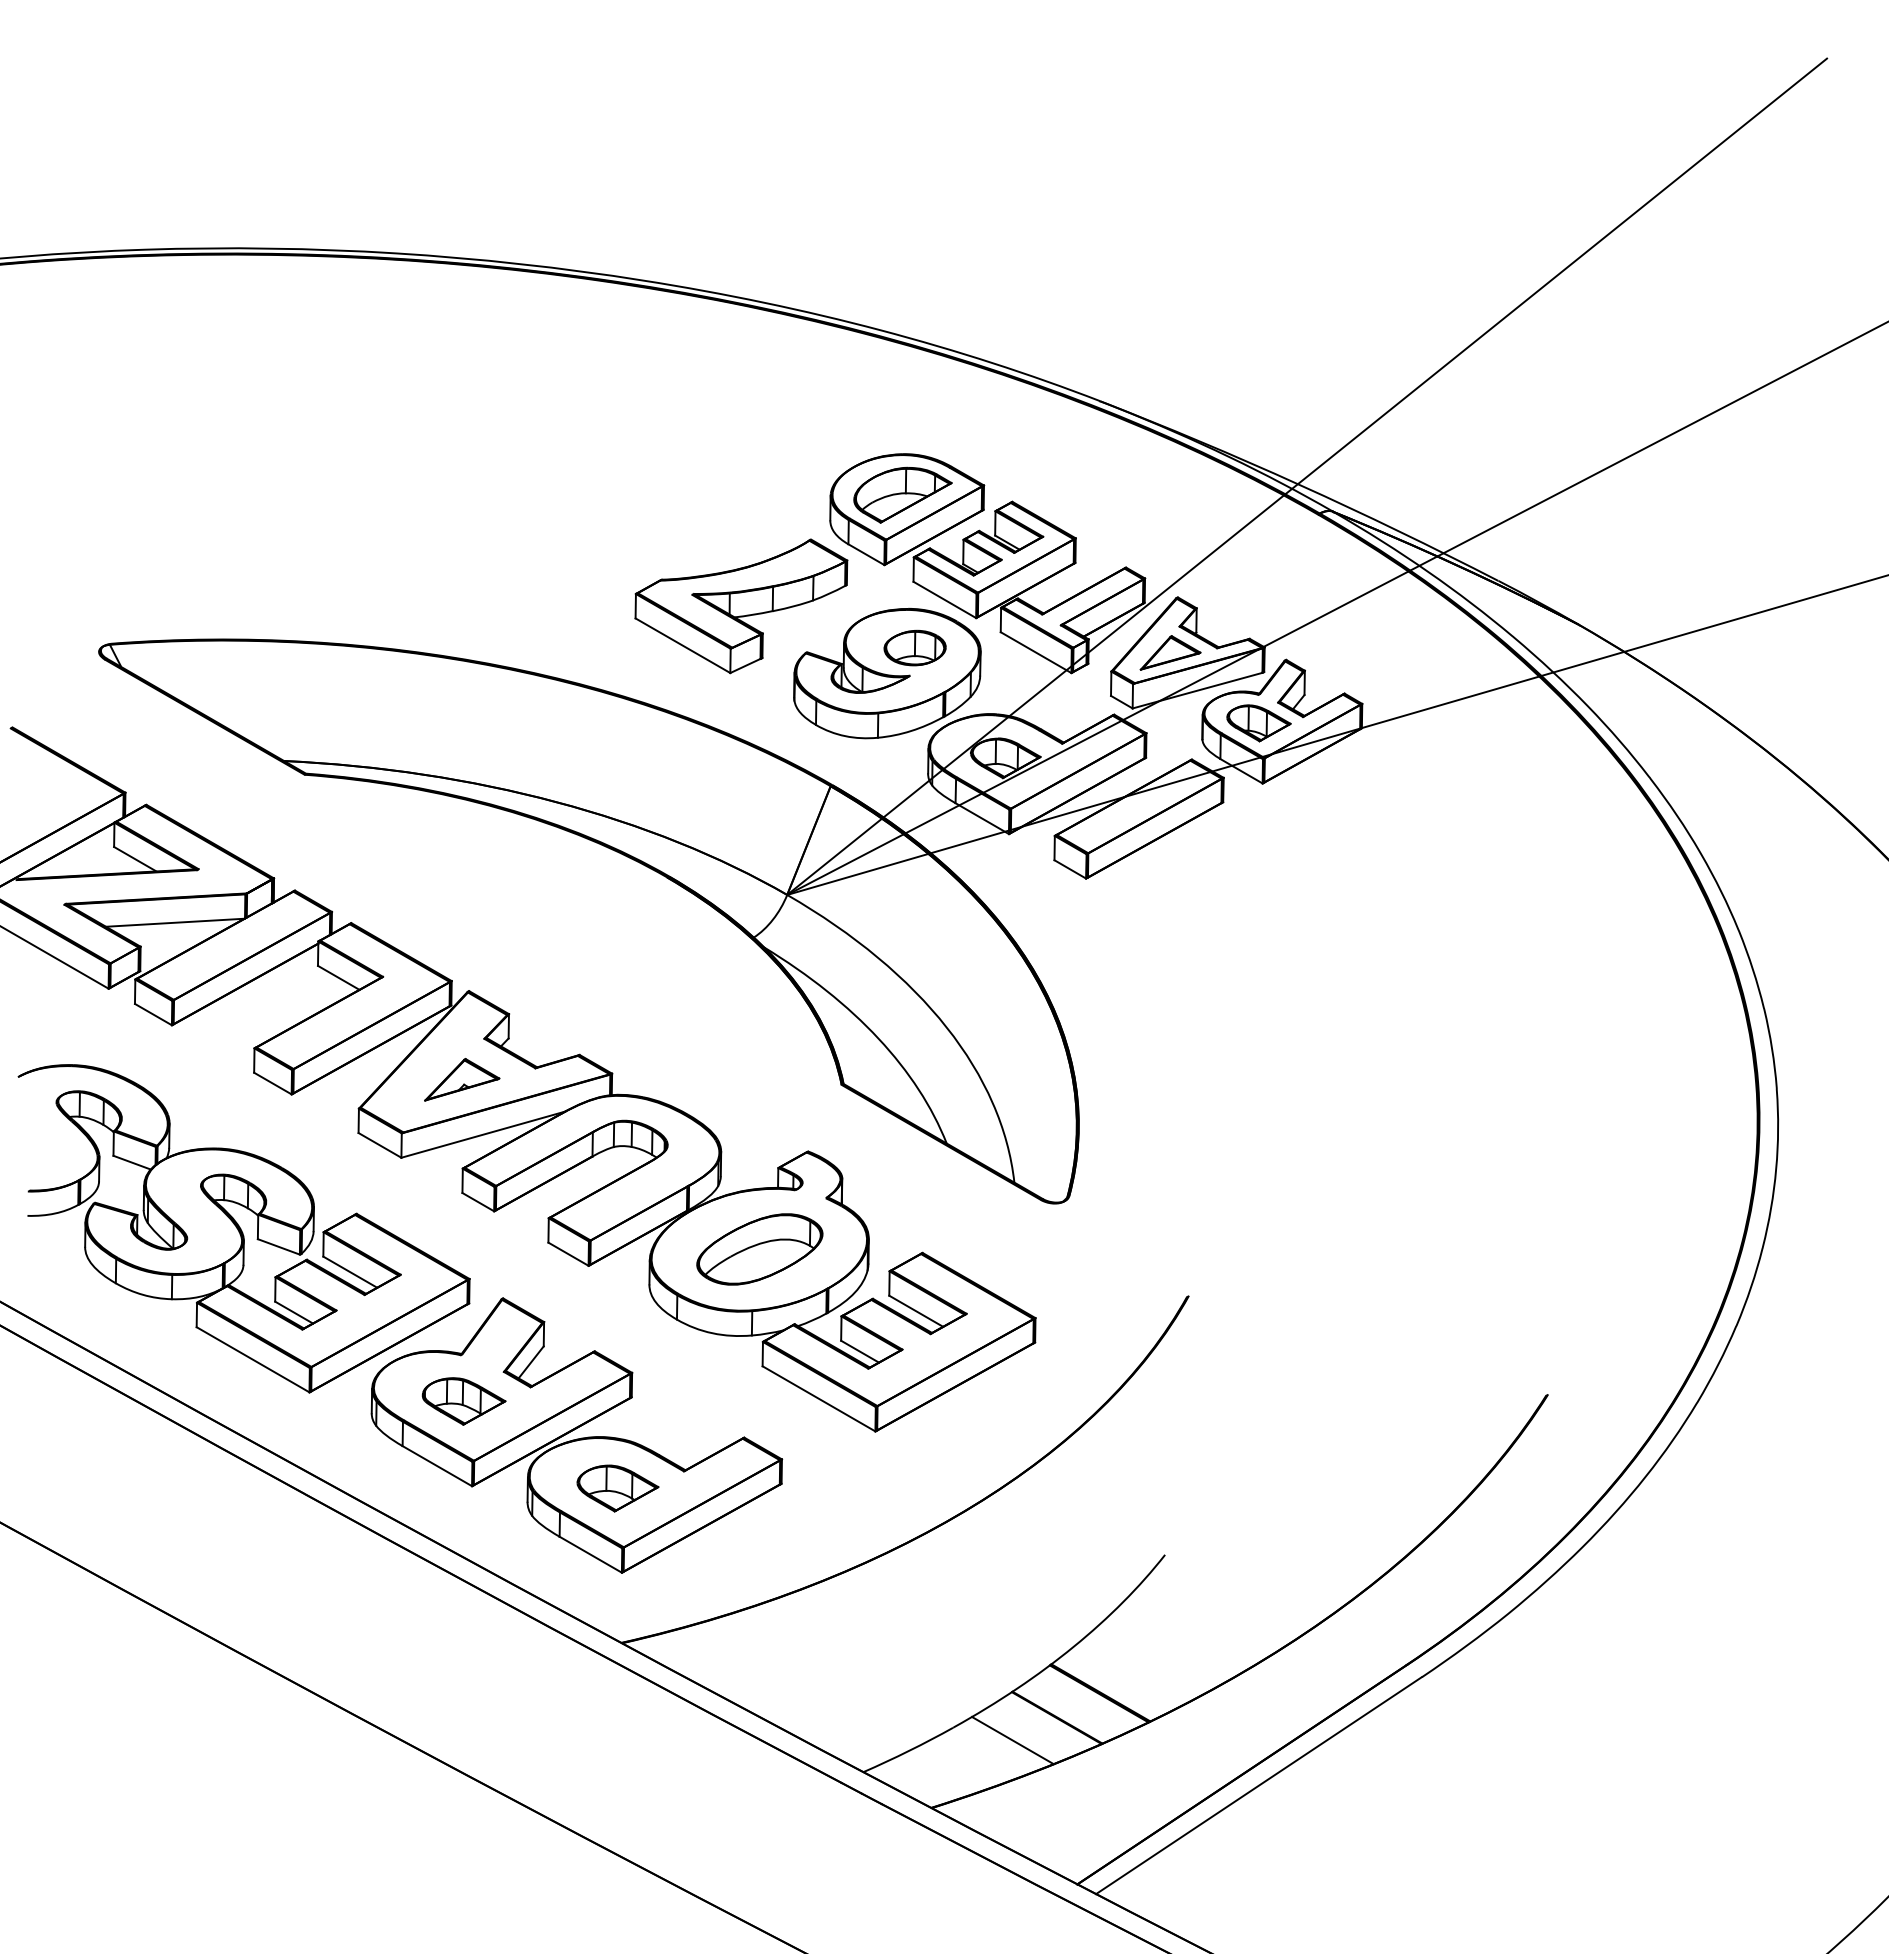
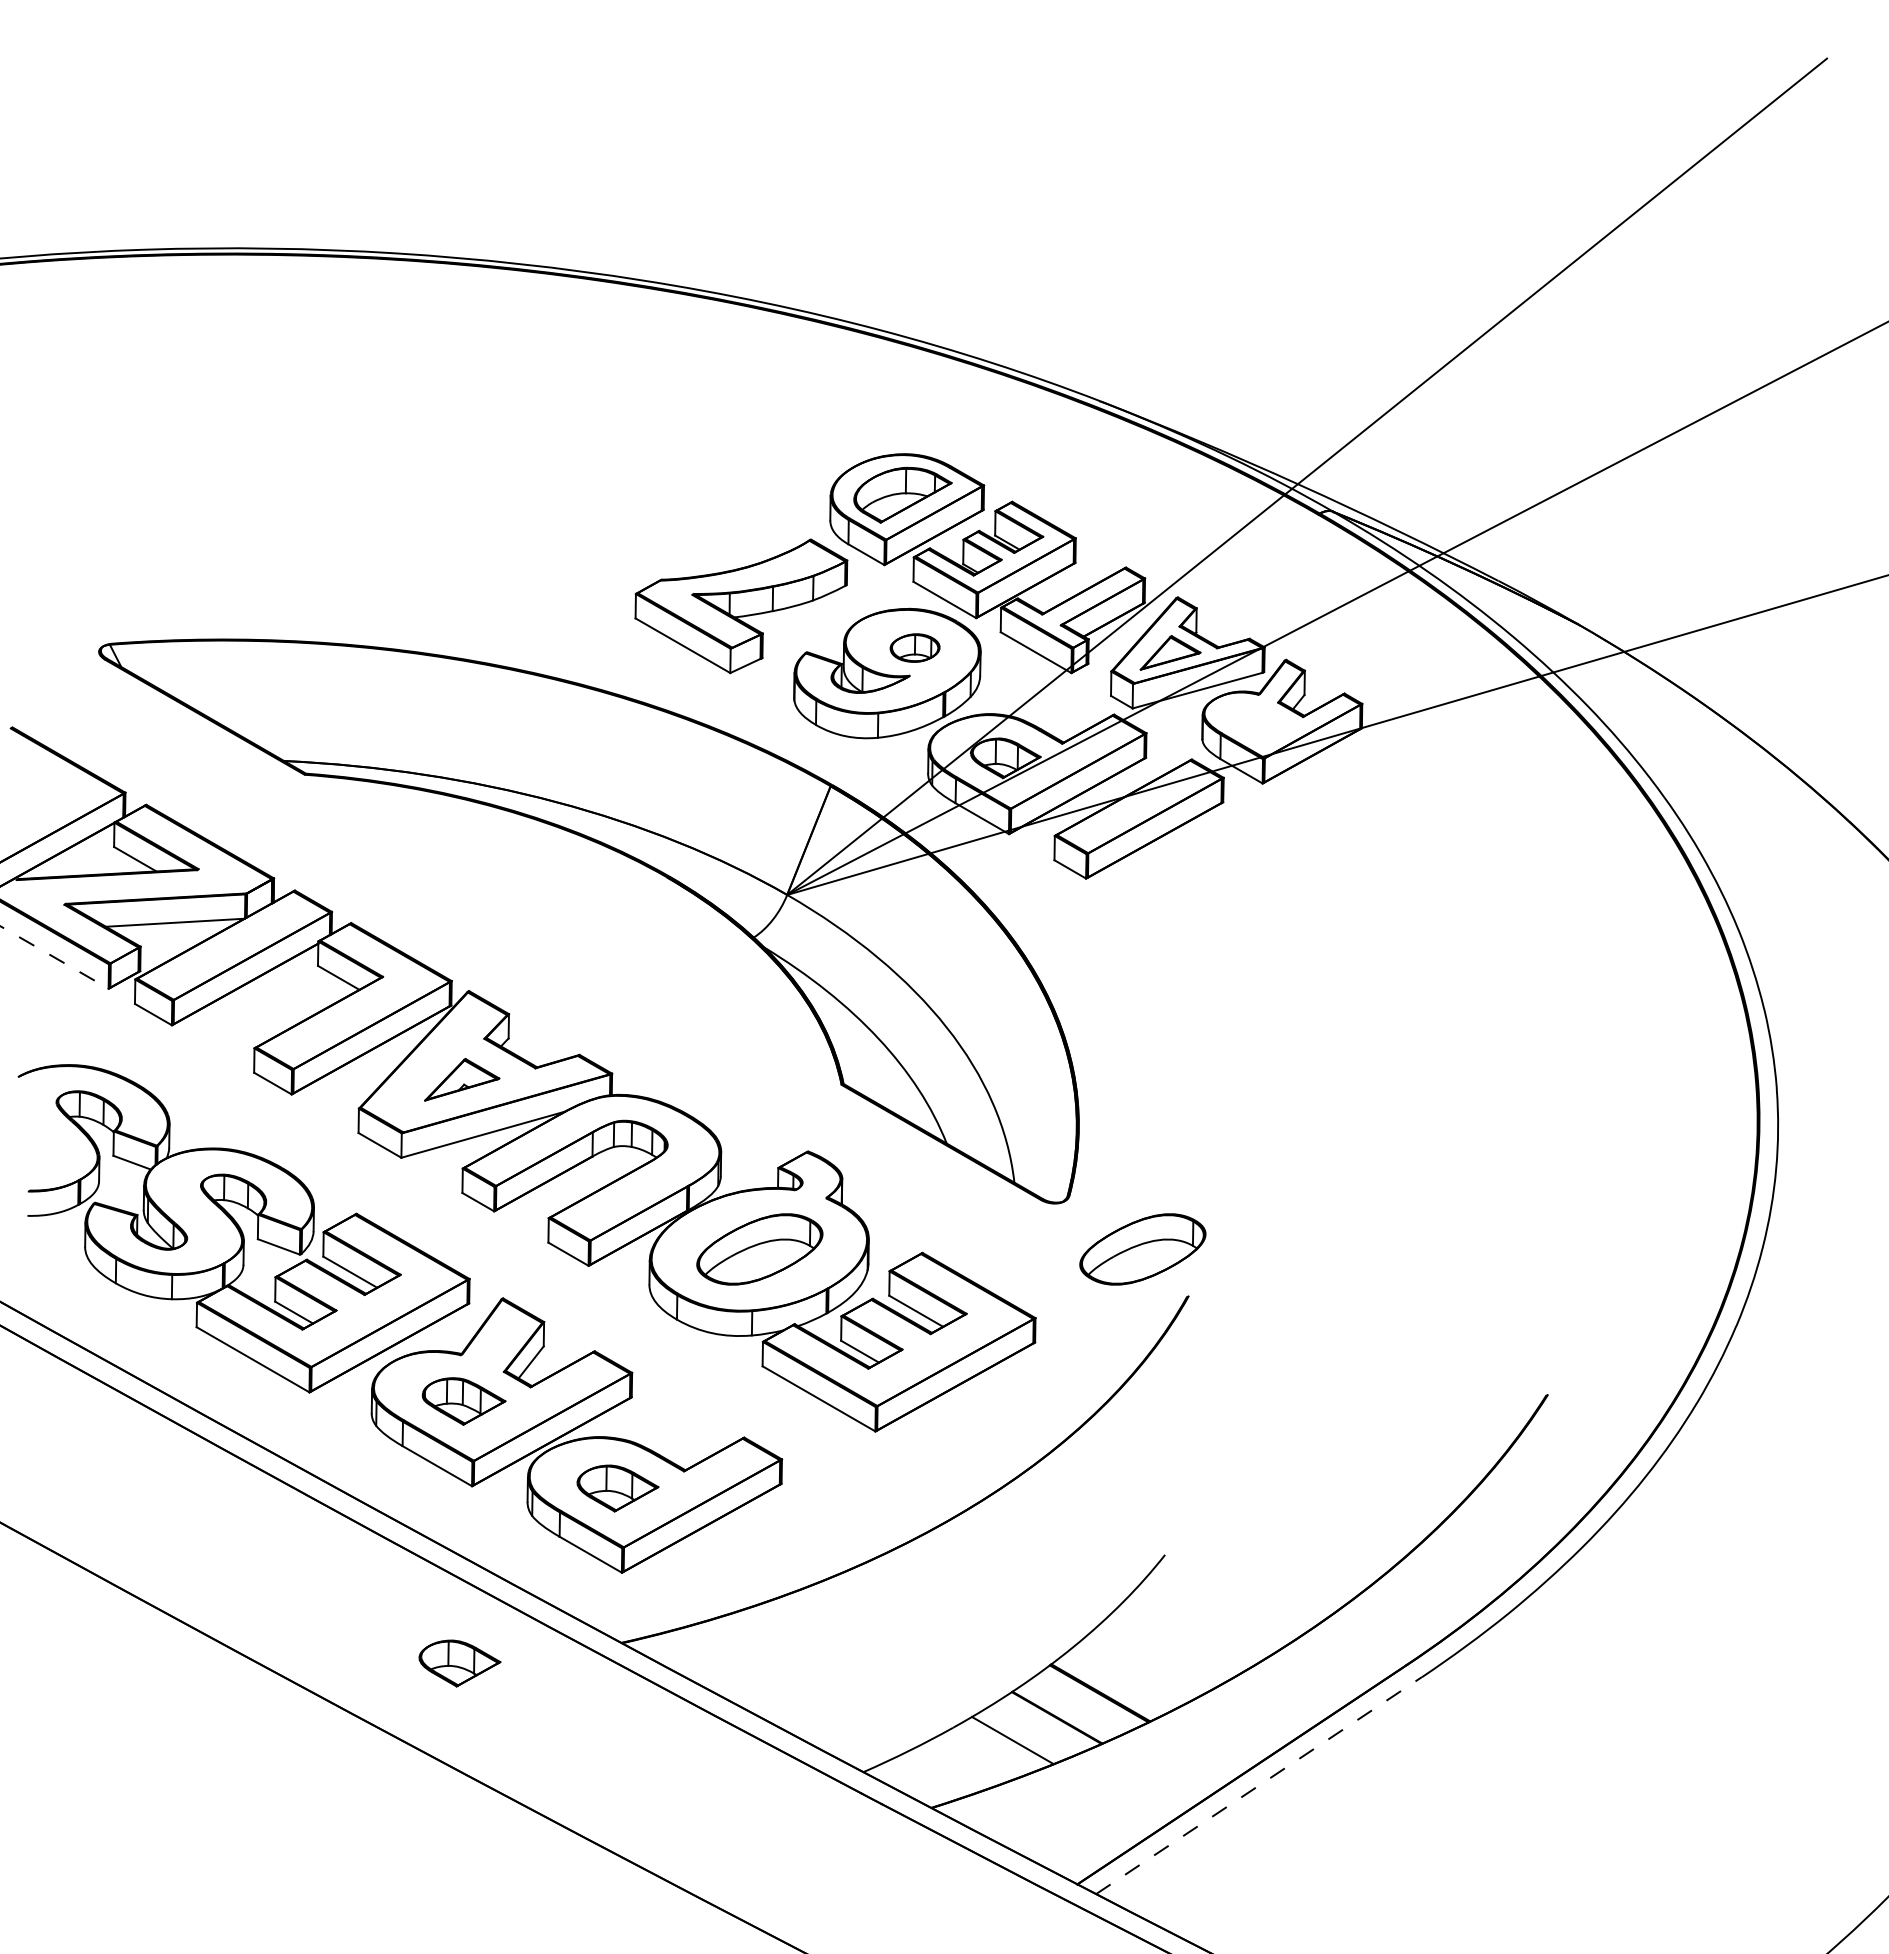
part at (914, 647) size: 64x38 px -> 52x30 px
part at (1258, 723): present -> none
line at (54, 957): solid -> dashed
part at (1142, 1249): none -> present
part at (459, 1663): none -> present
line at (1258, 1785): solid -> dashed
